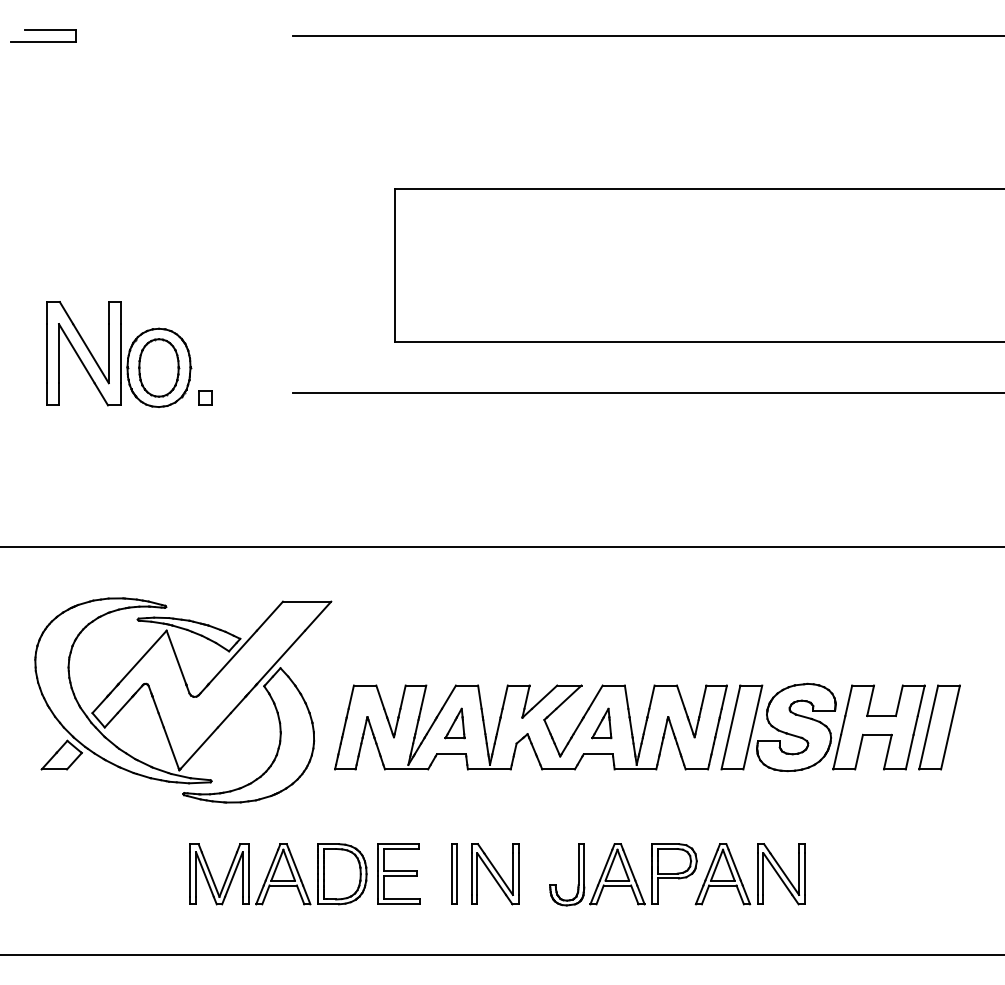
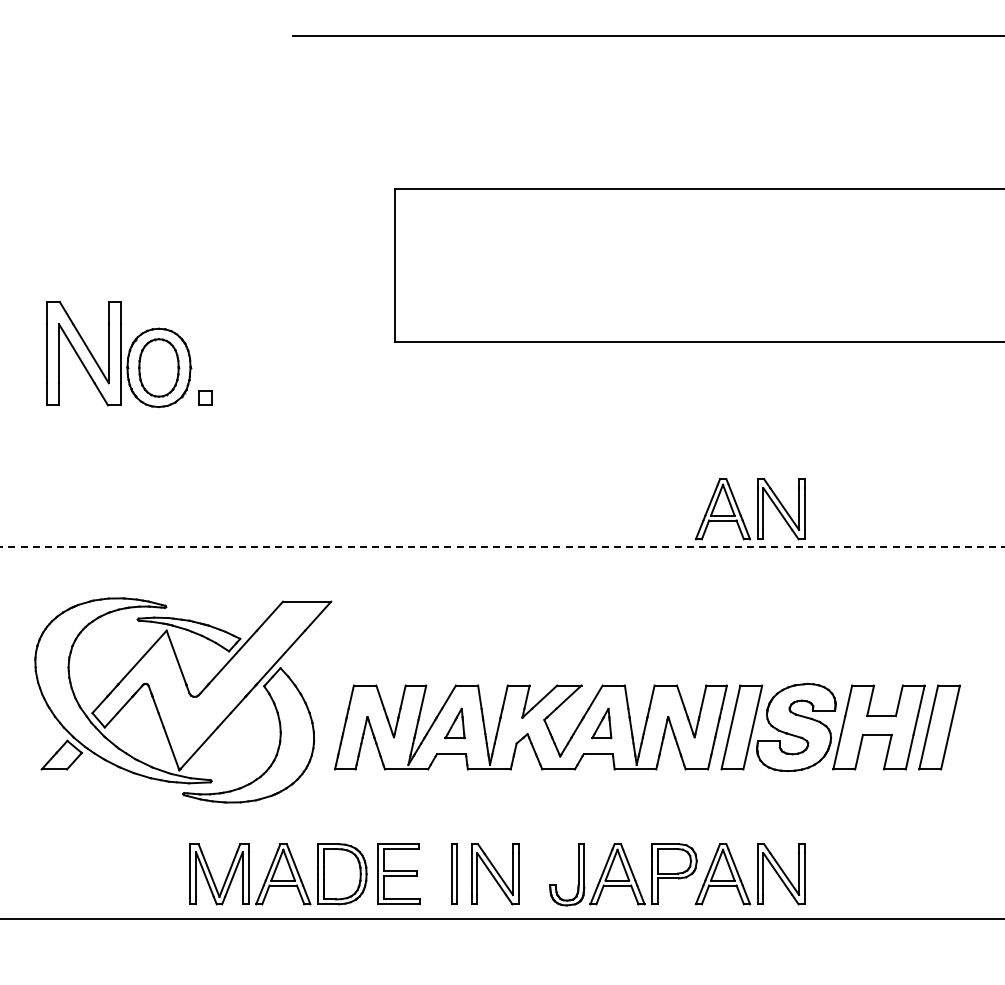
part at (43, 35): present -> none
line at (647, 393): present -> none
part at (757, 509): none -> present
line at (502, 546): solid -> dashed
line at (501, 955) position: (501, 955) -> (501, 919)
